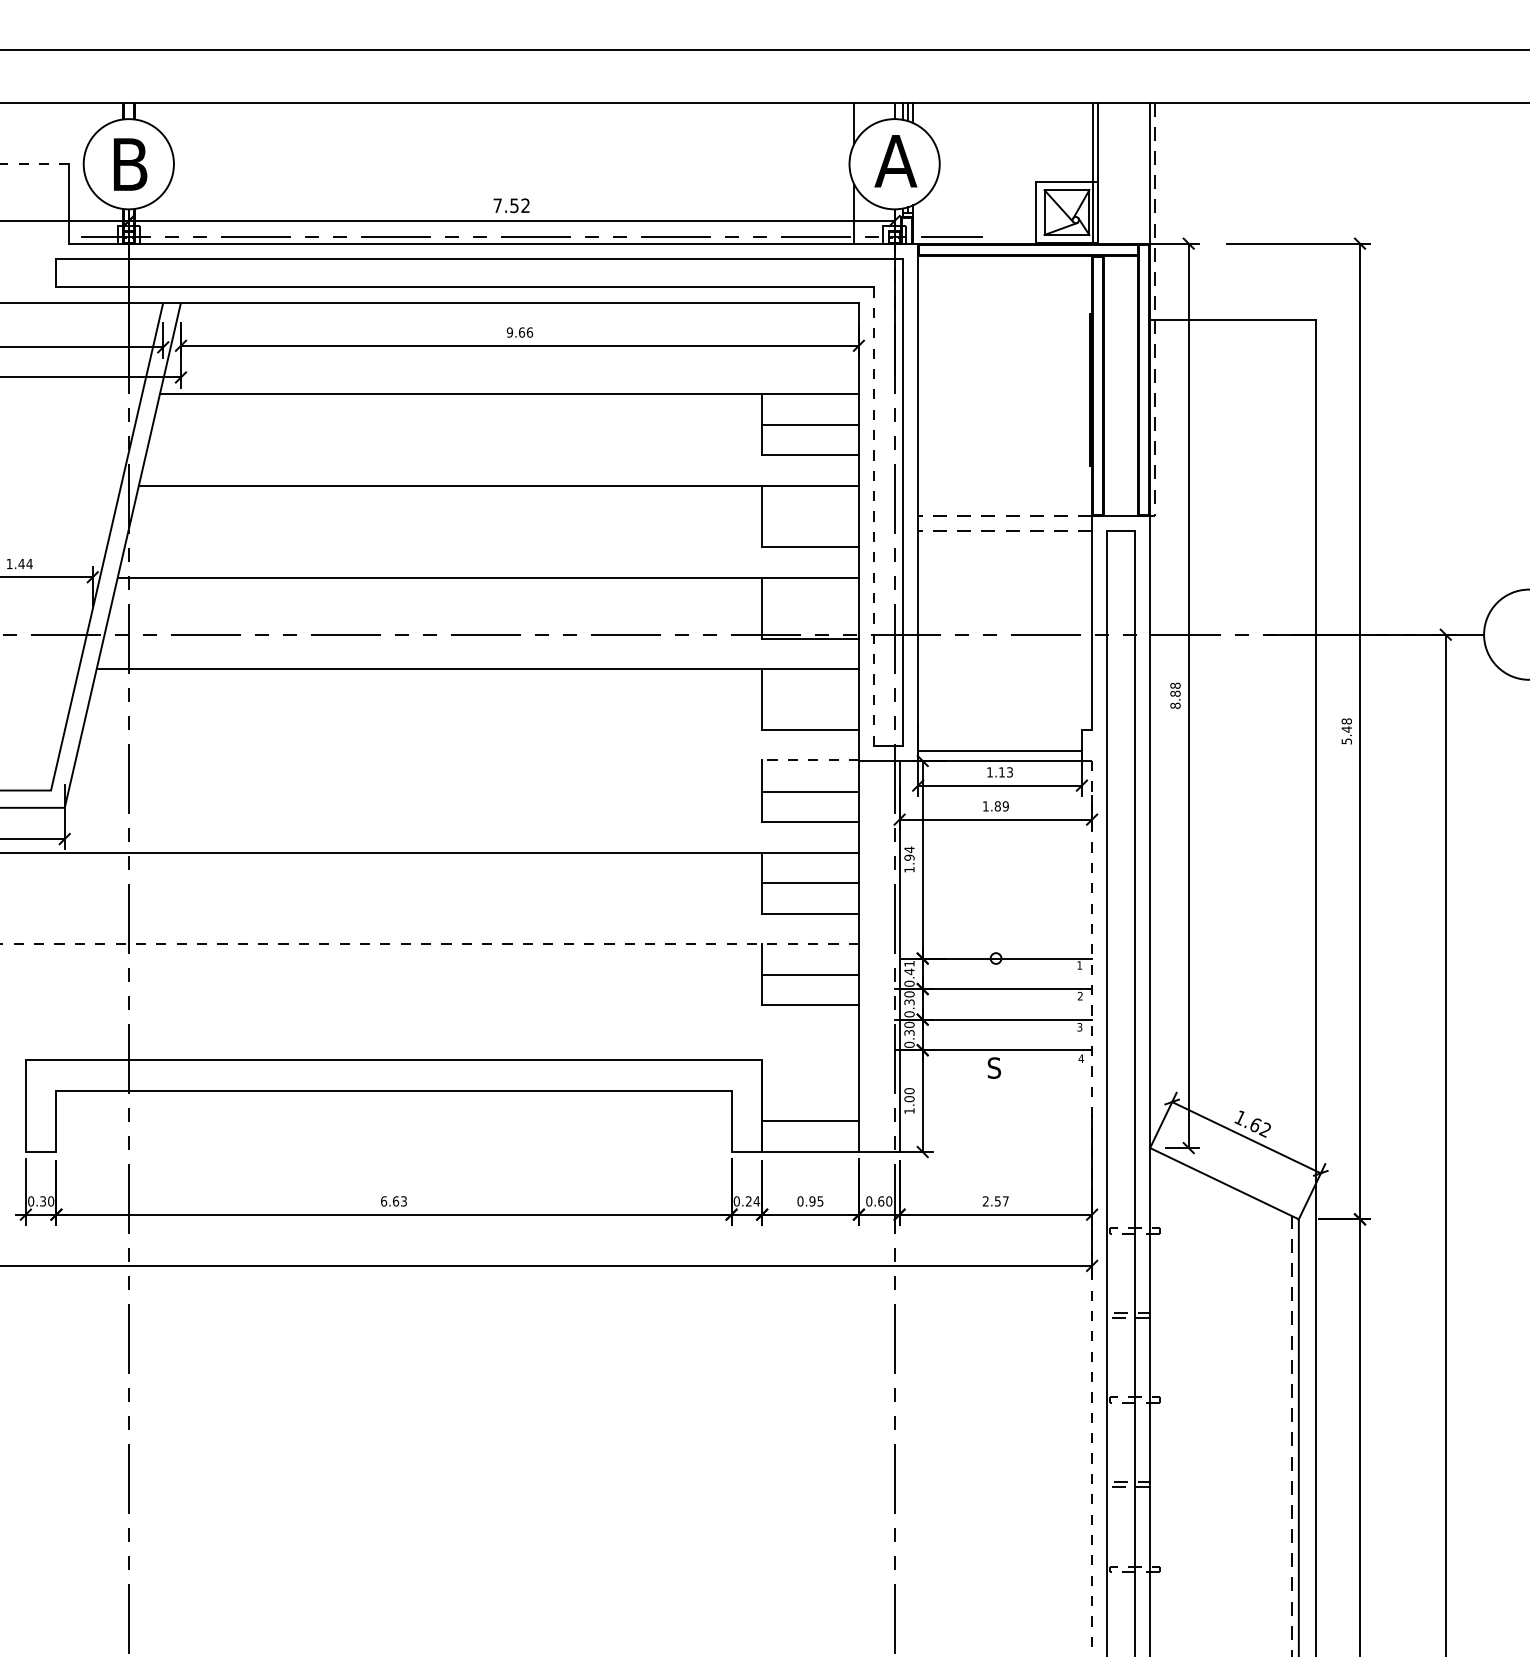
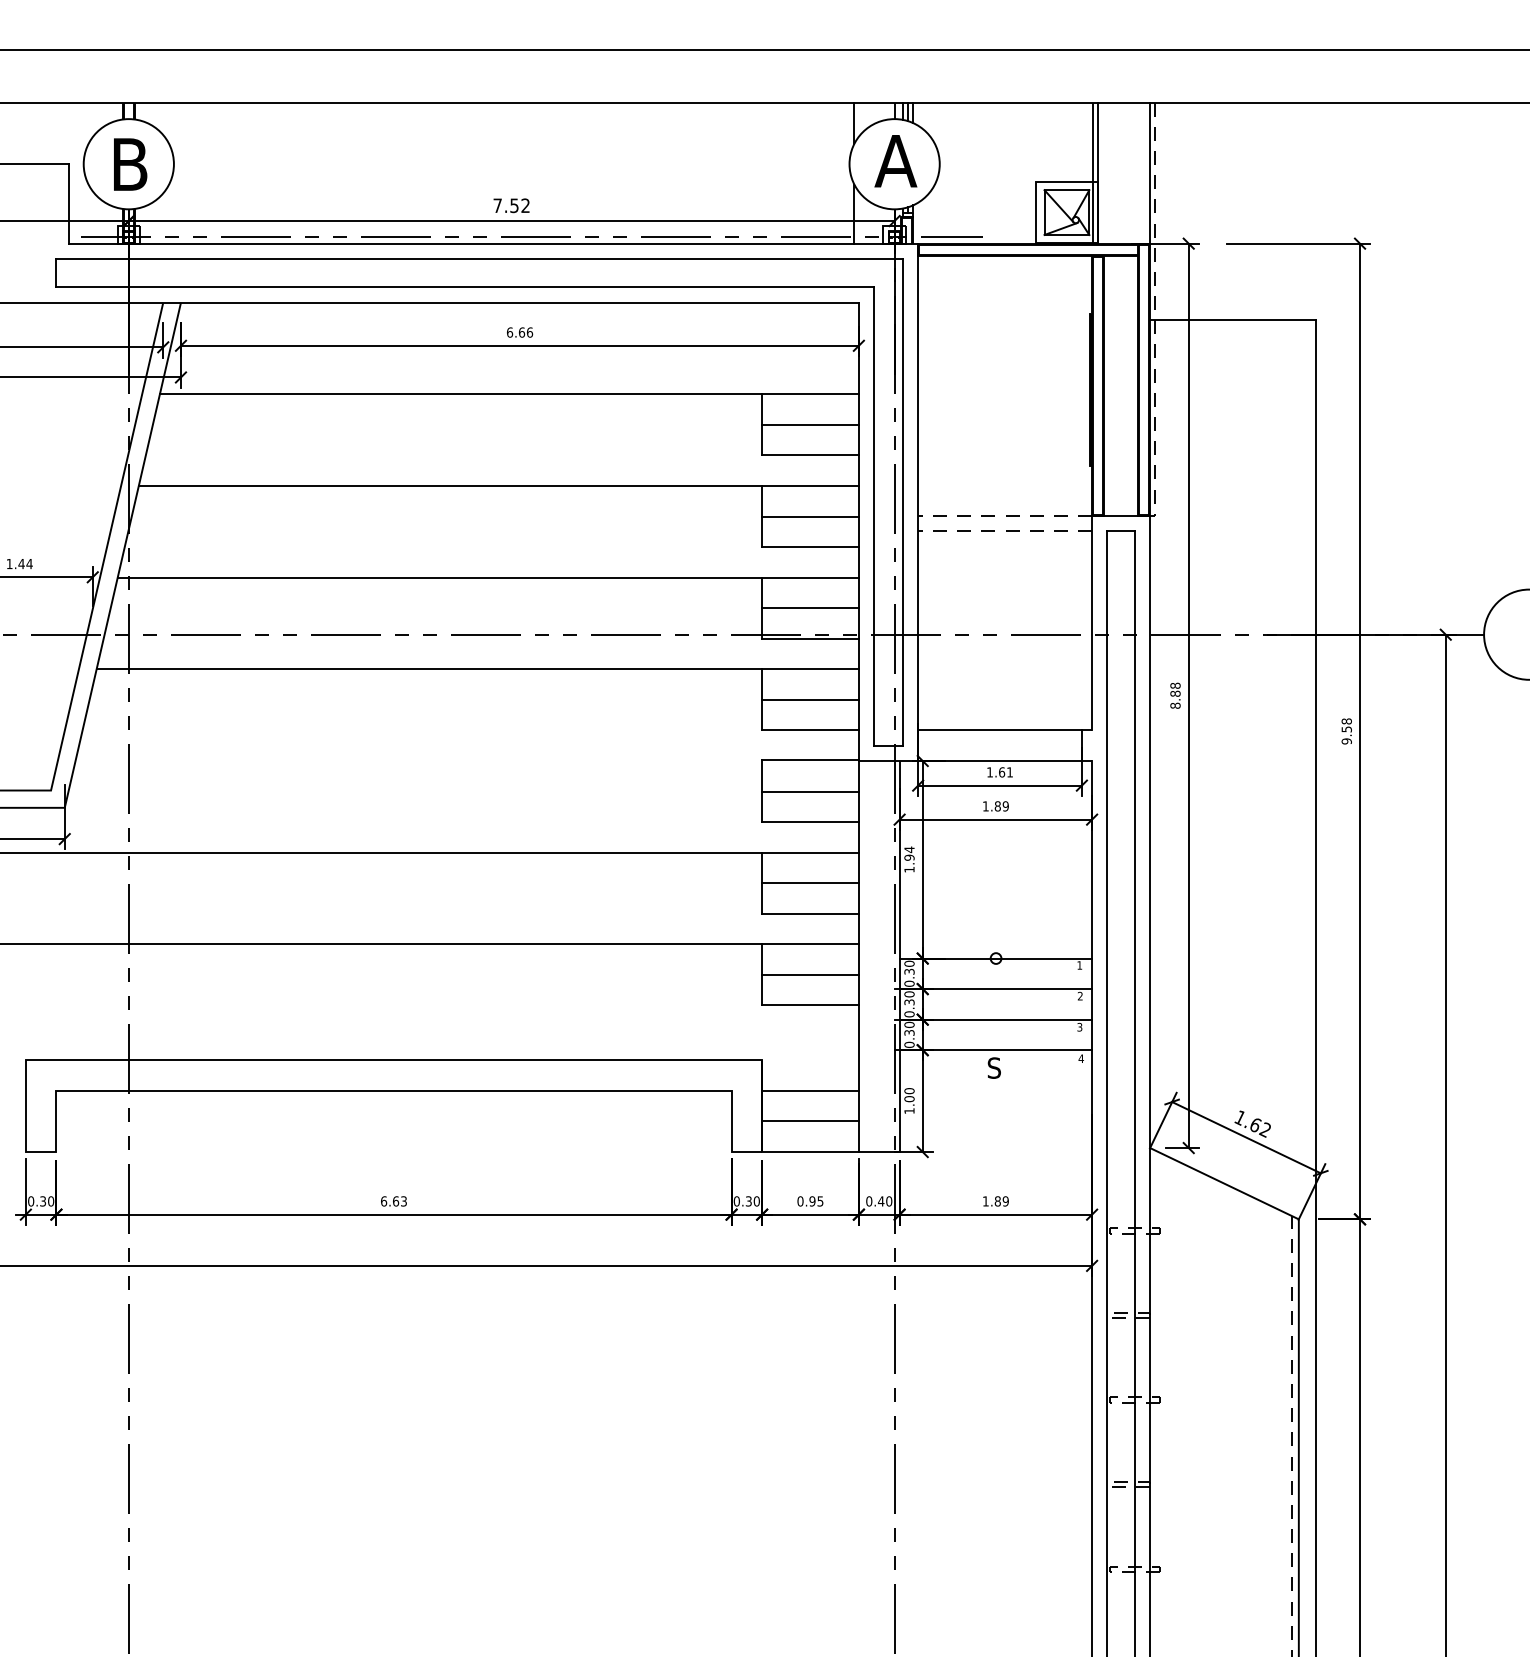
line at (34, 164): dashed -> solid
text at (509, 332): 9.66 -> 6.66
line at (810, 516): none -> present
line at (874, 517): dashed -> solid
line at (810, 608): none -> present
line at (810, 699): none -> present
text at (1346, 735): 5.48 -> 9.58
line at (999, 751) position: (999, 751) -> (999, 730)
line at (810, 759): dashed -> solid
text at (1005, 772): 1.13 -> 1.61
line at (429, 944): dashed -> solid
text at (909, 967): 0.41 -> 0.30
line at (810, 1090): none -> present
text at (752, 1201): 0.24 -> 0.30
text at (880, 1201): 0.60 -> 0.40
text at (995, 1201): 2.57 -> 1.89
line at (1092, 1208): dashed -> solid
